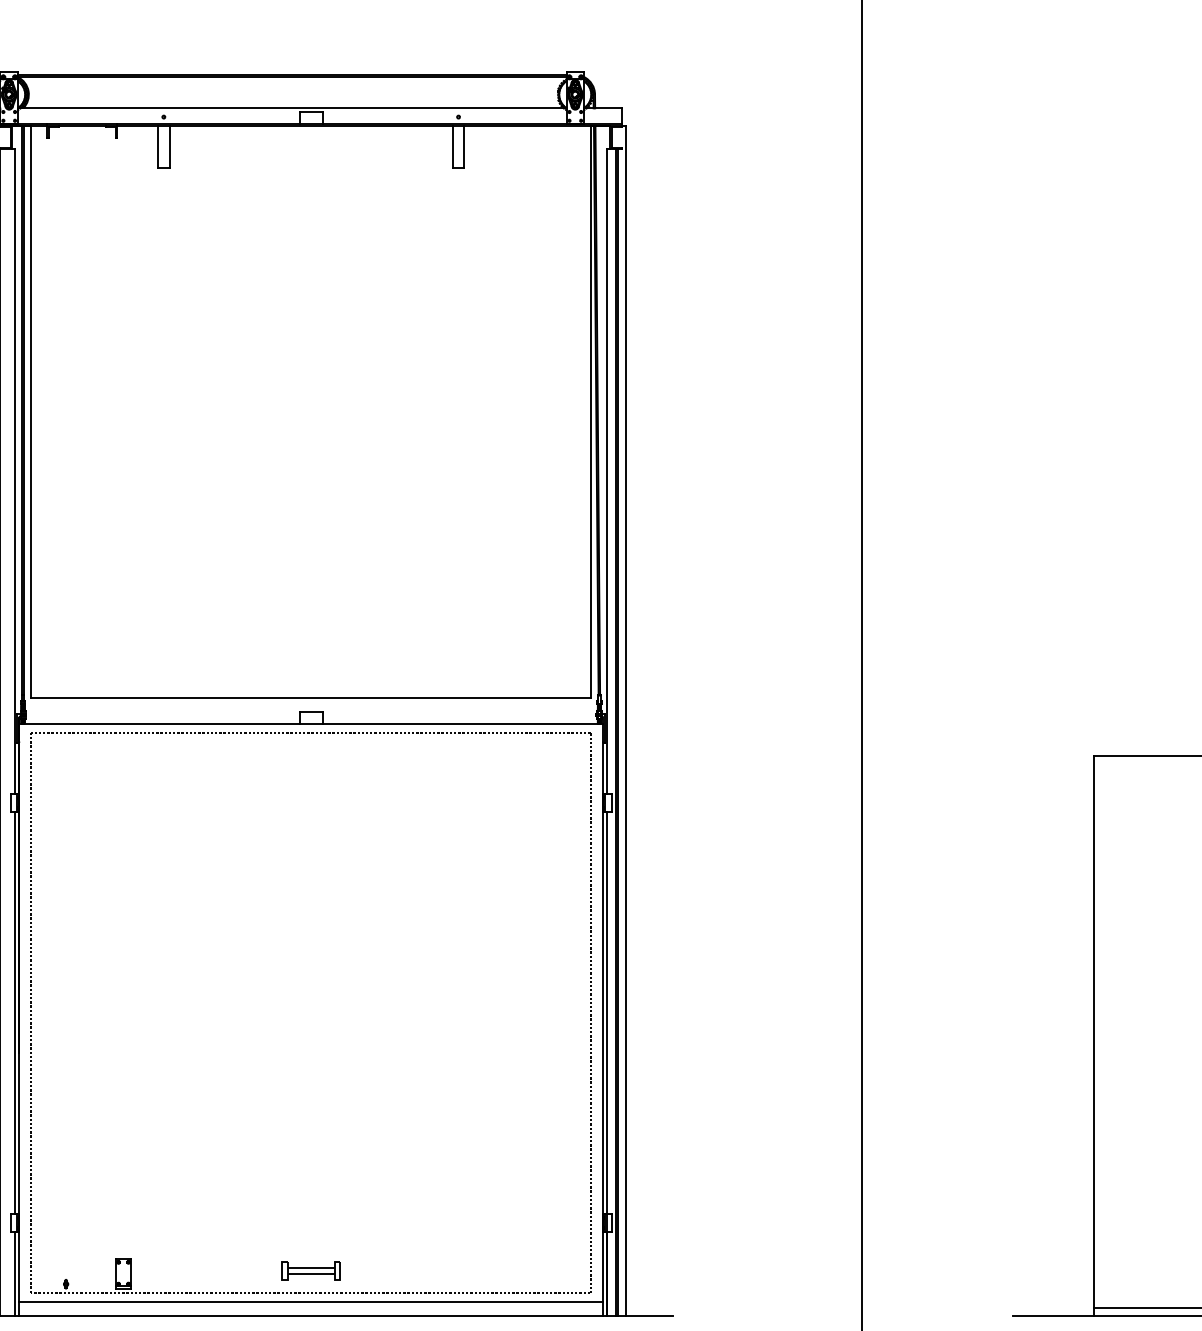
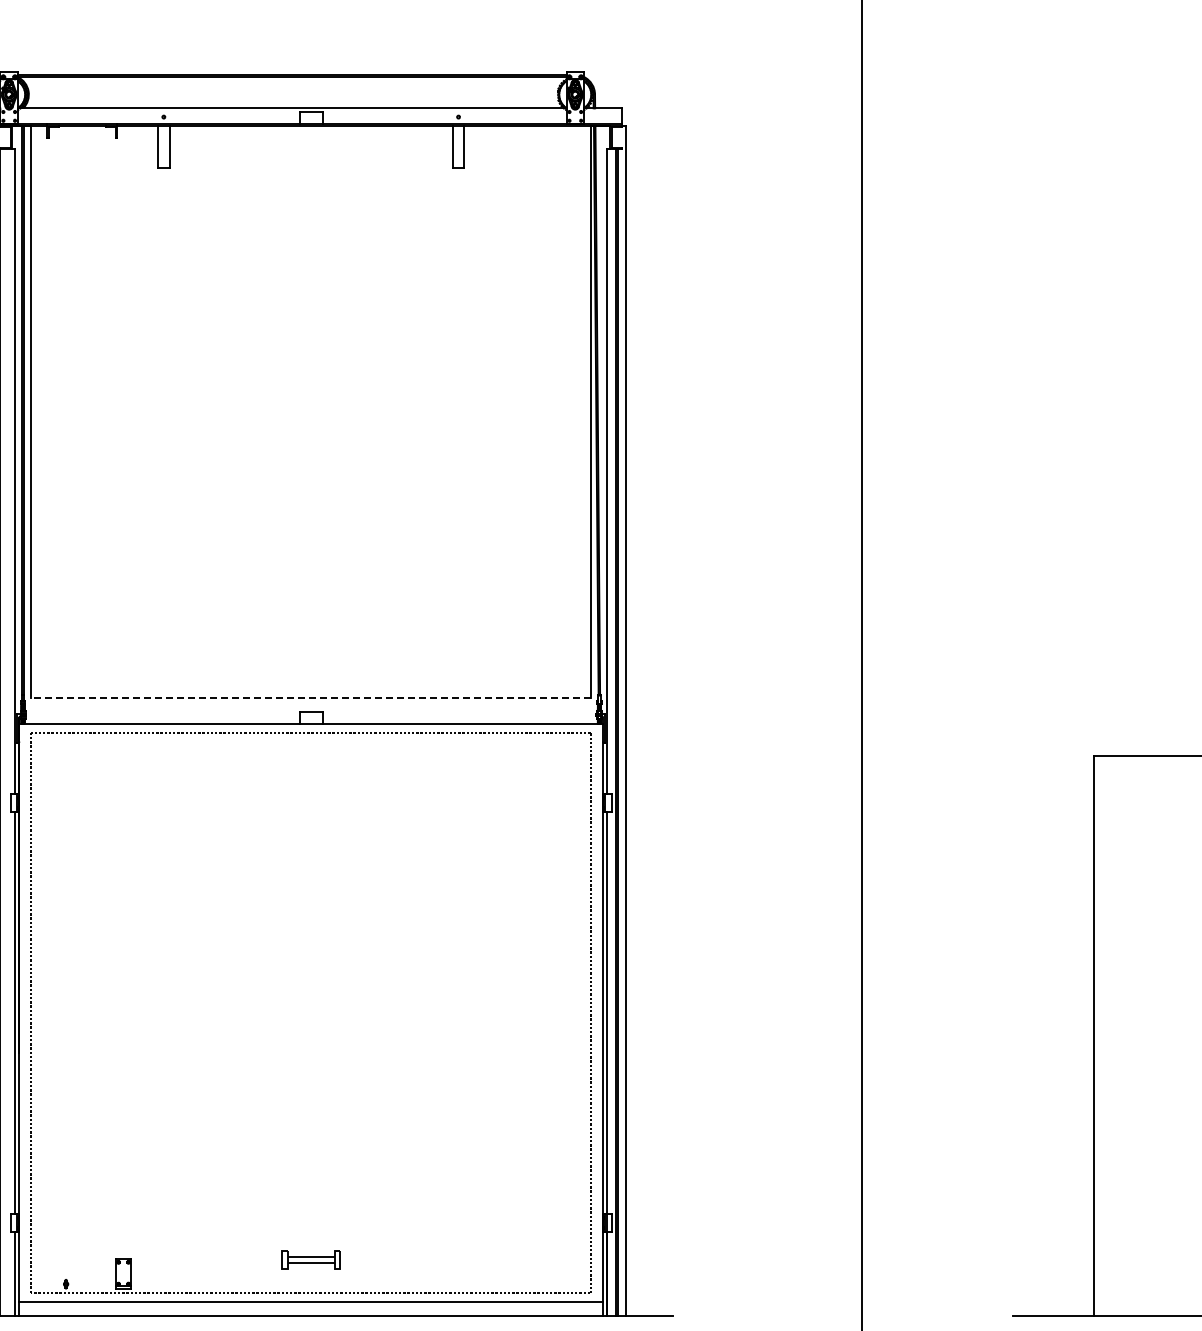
line at (310, 697): solid -> dashed
part at (310, 1270) position: (310, 1270) -> (310, 1259)
line at (1146, 1307): present -> none
